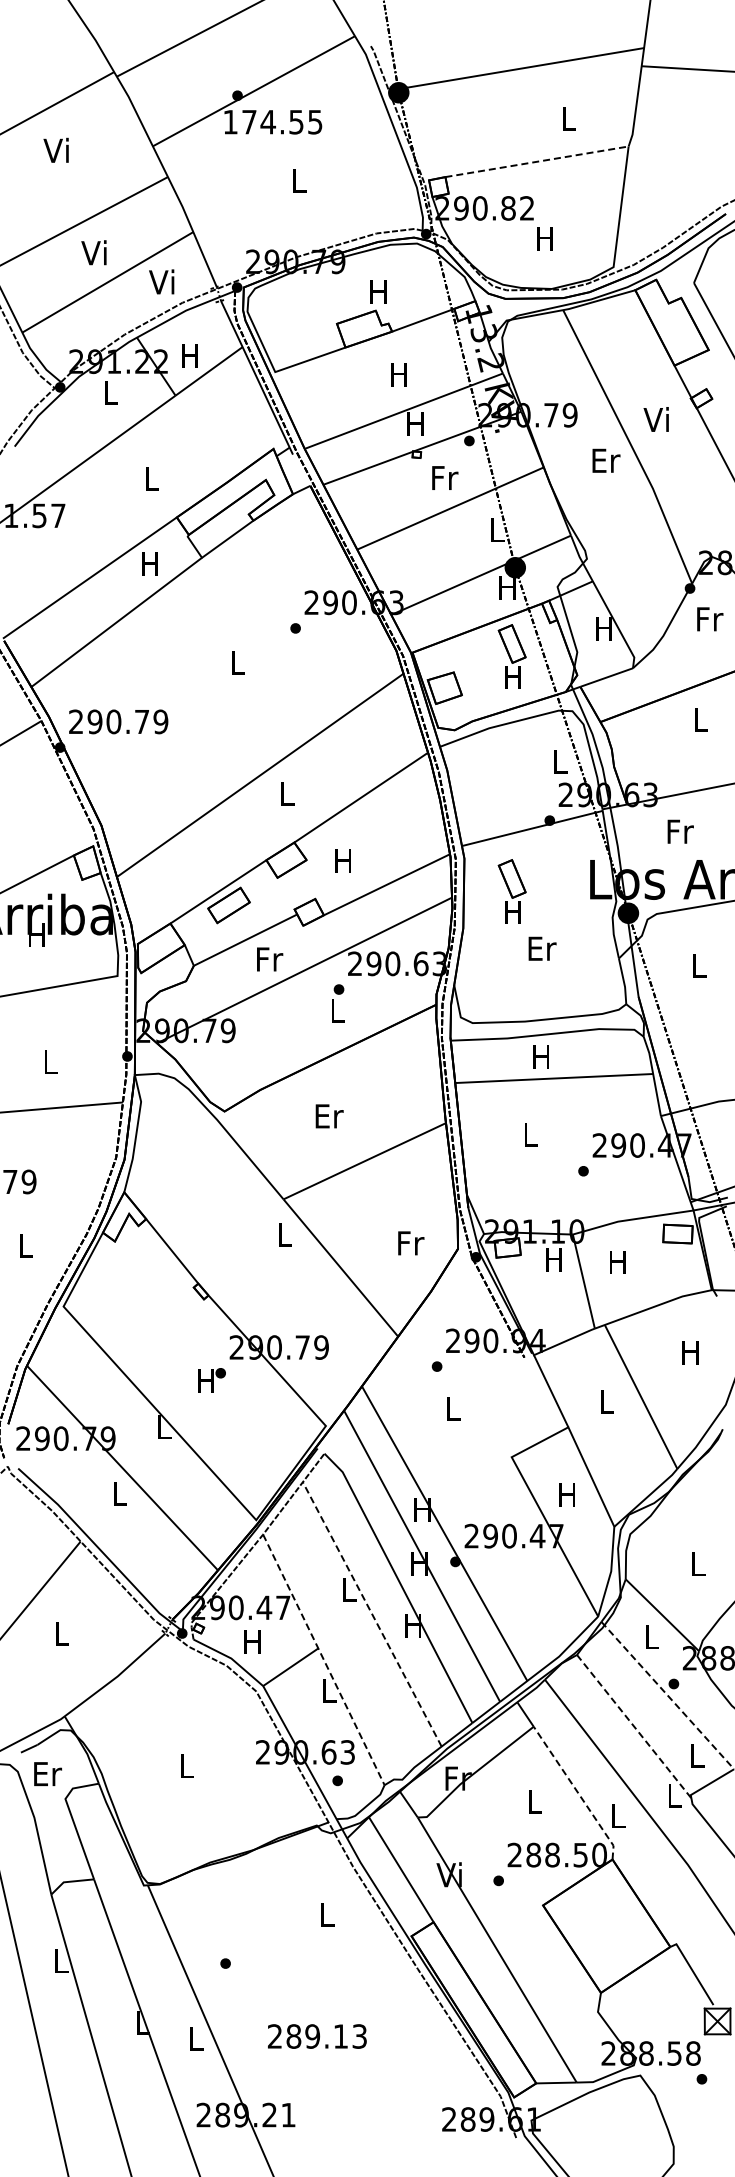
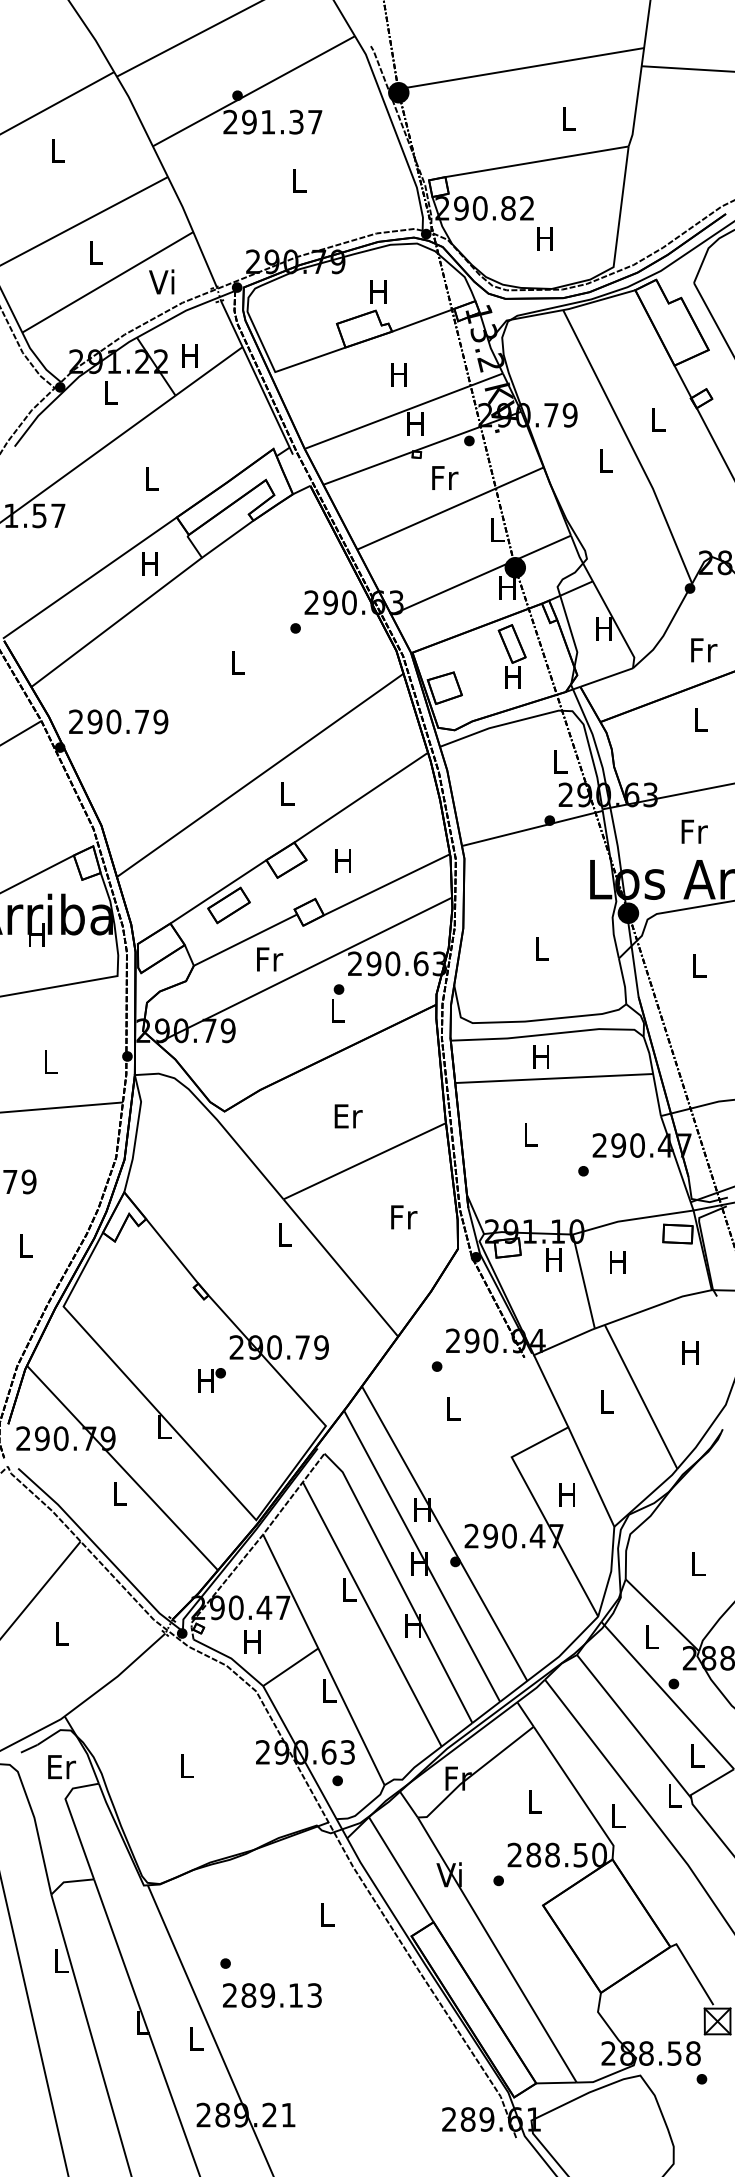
text at (272, 121): 174.55 -> 291.37
text at (55, 149): Vi -> L
line at (537, 161): dashed -> solid
text at (93, 252): Vi -> L
text at (655, 419): Vi -> L
text at (606, 460): Er -> L
text at (710, 619) position: (710, 619) -> (704, 650)
text at (680, 831) position: (680, 831) -> (694, 831)
part at (511, 891): present -> none
text at (542, 948): Er -> L
text at (329, 1116) position: (329, 1116) -> (348, 1116)
text at (411, 1243) position: (411, 1243) -> (404, 1217)
line at (372, 1613): dashed -> solid
line at (324, 1660): dashed -> solid
line at (668, 1695): dashed -> solid
line at (634, 1726): dashed -> solid
text at (47, 1773) position: (47, 1773) -> (61, 1766)
line at (577, 1792): dashed -> solid
text at (317, 2036) position: (317, 2036) -> (272, 1995)
